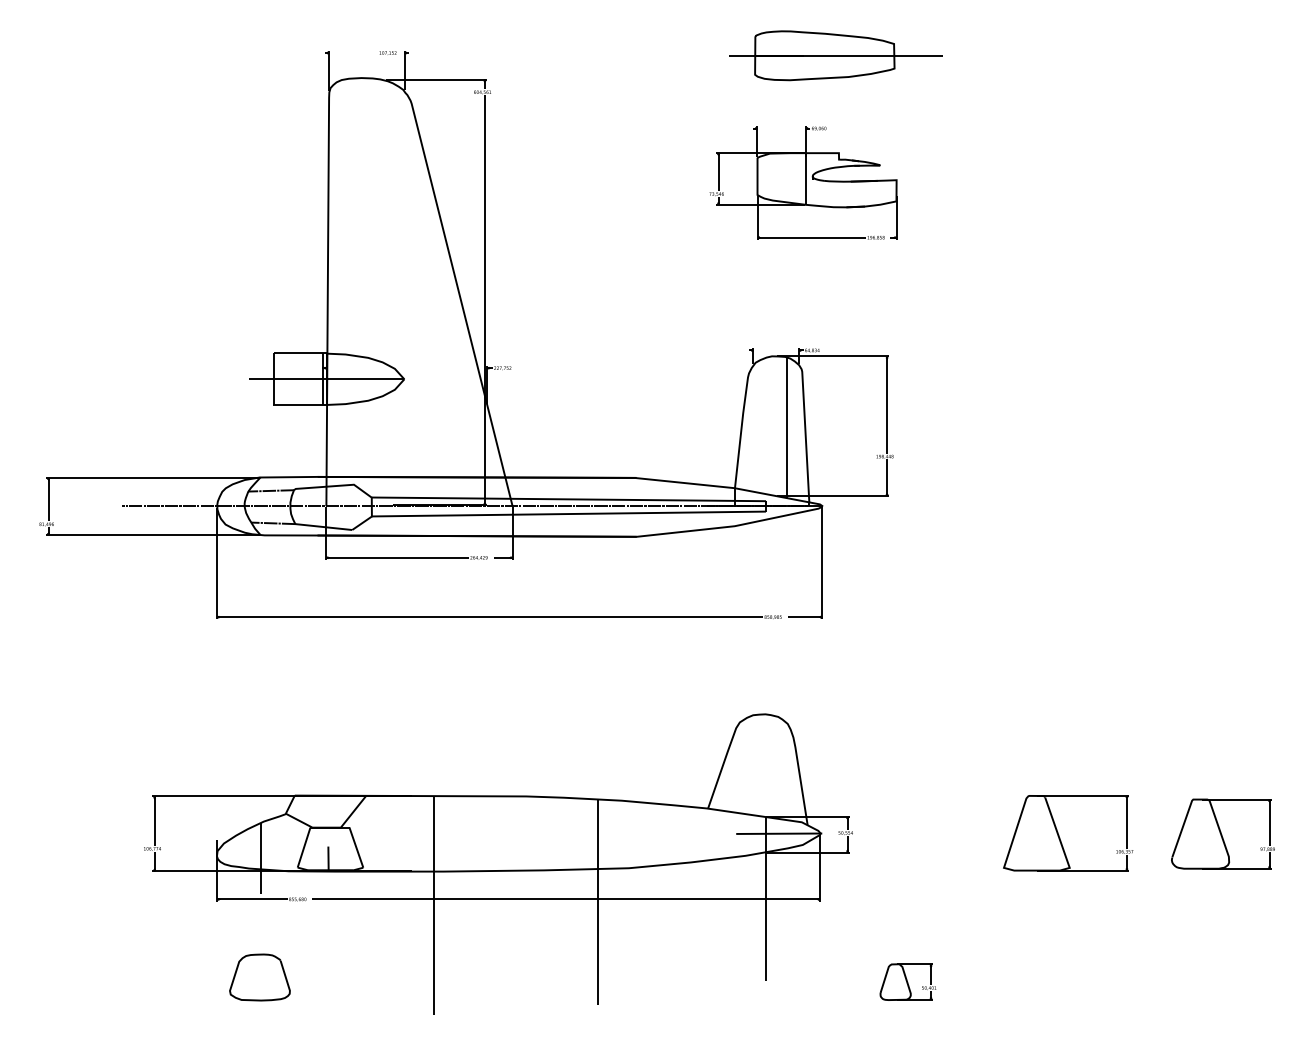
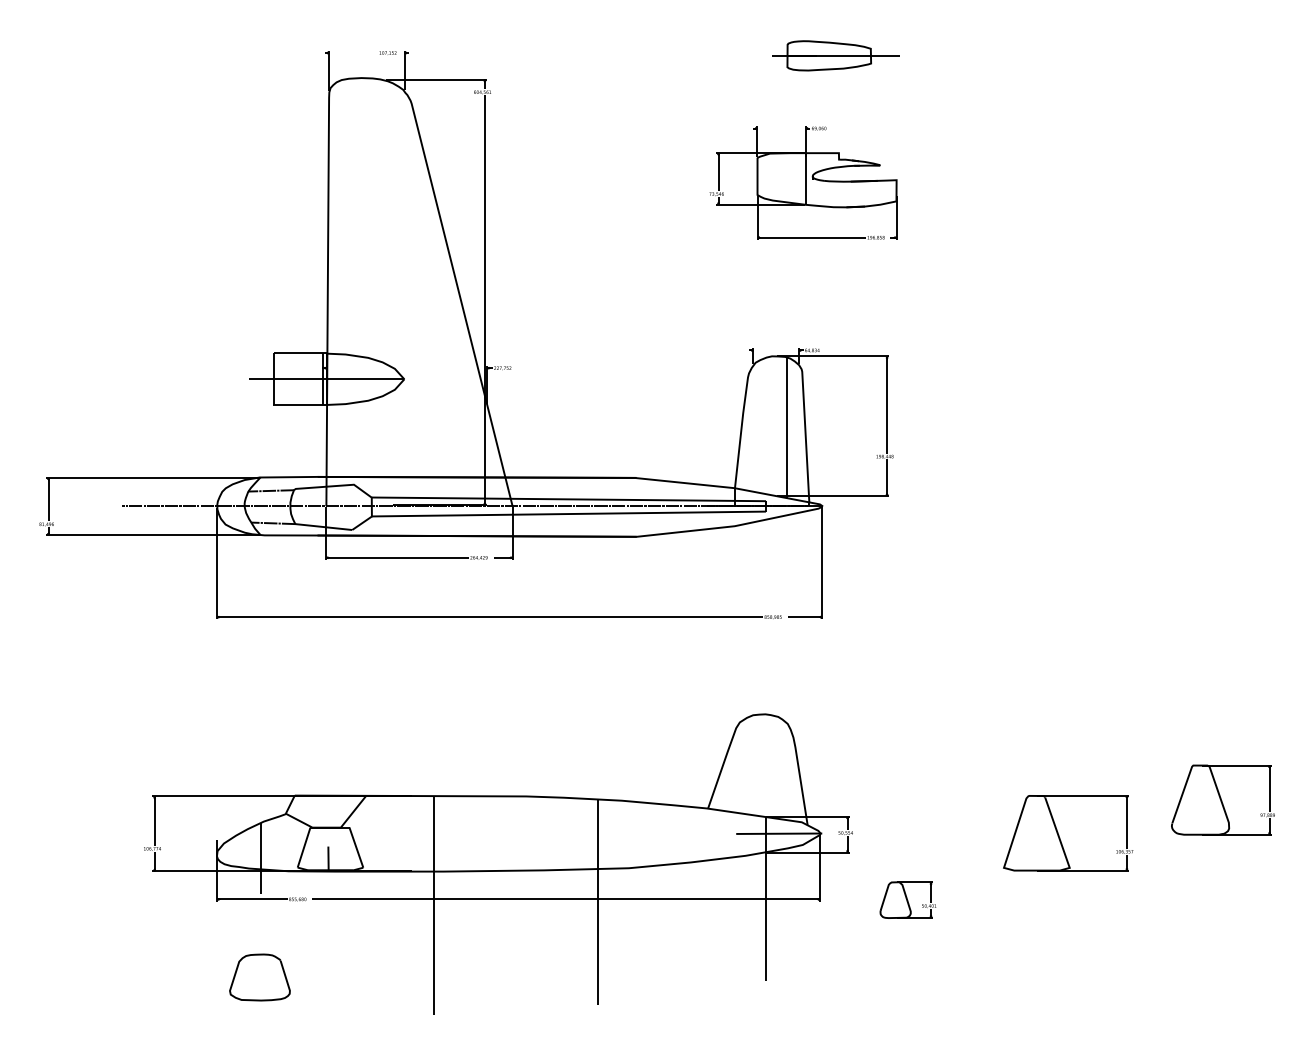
part at (835, 55) size: 214x52 px -> 128x32 px
part at (1222, 833) position: (1222, 833) -> (1222, 799)
part at (907, 981) position: (907, 981) -> (907, 899)
